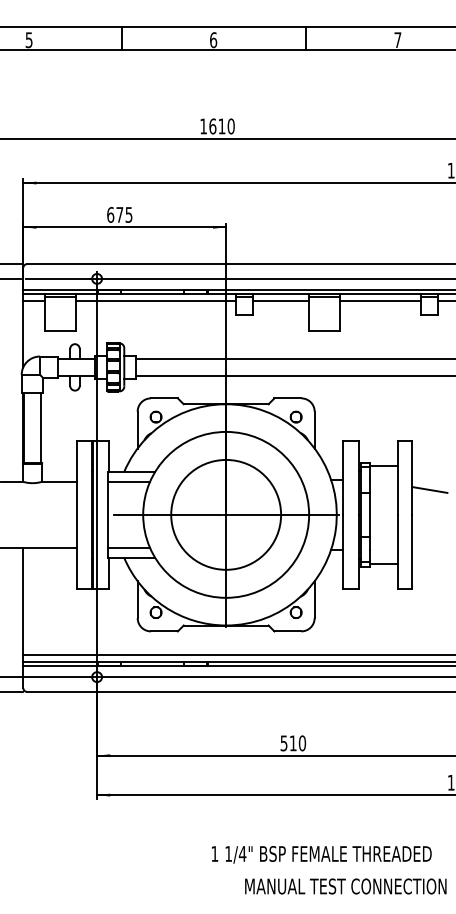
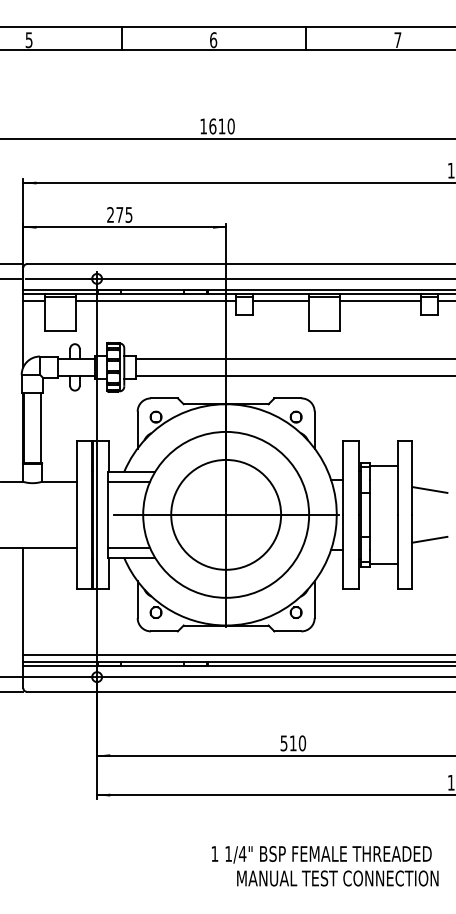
text at (110, 214): 675 -> 275
line at (429, 539): none -> present
text at (345, 886) position: (345, 886) -> (337, 878)
